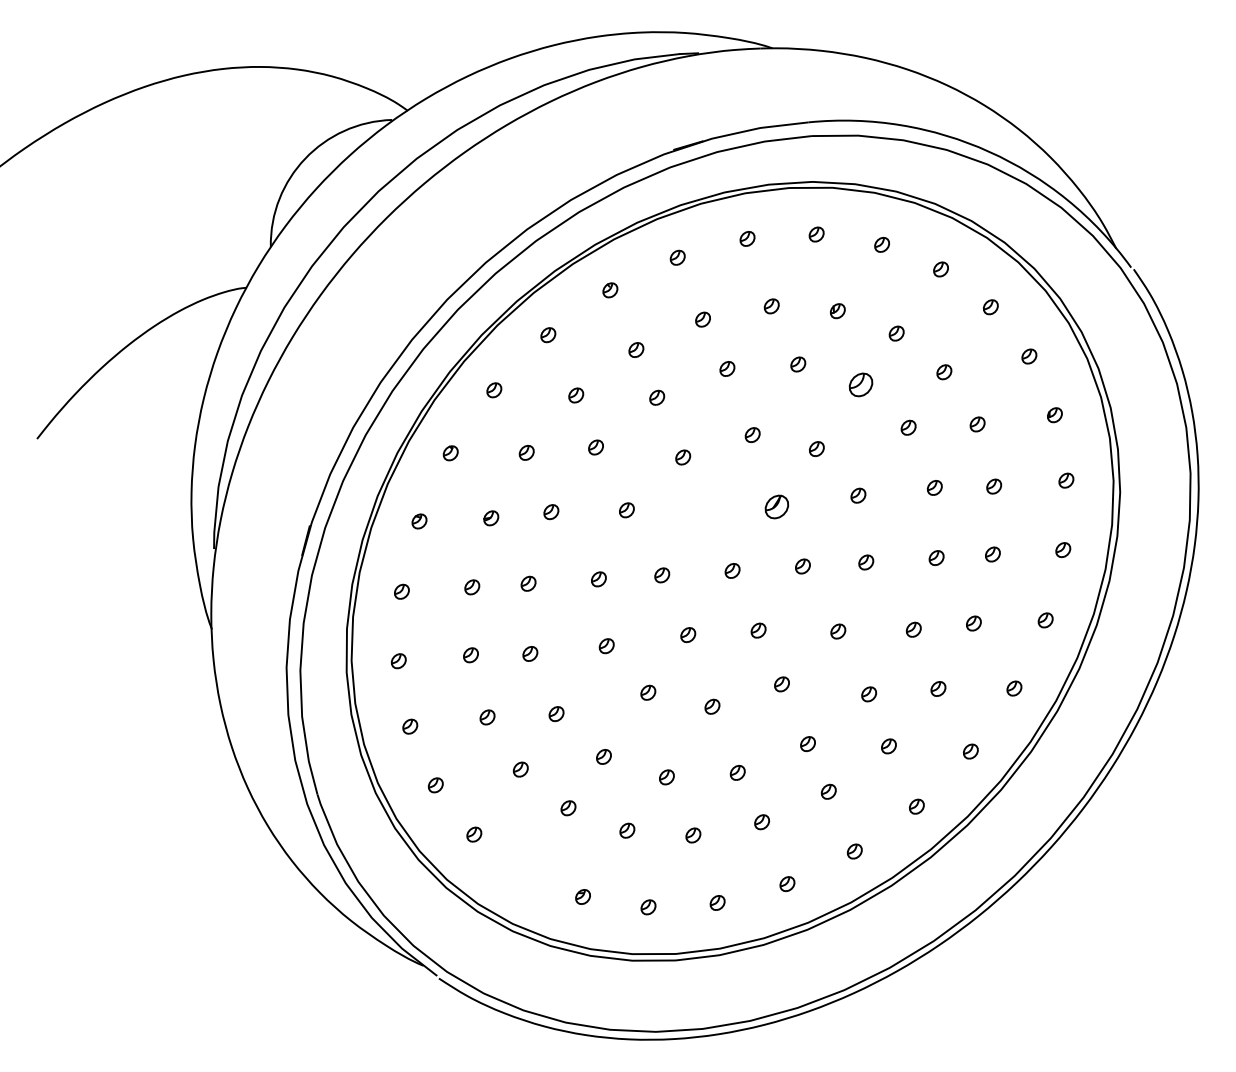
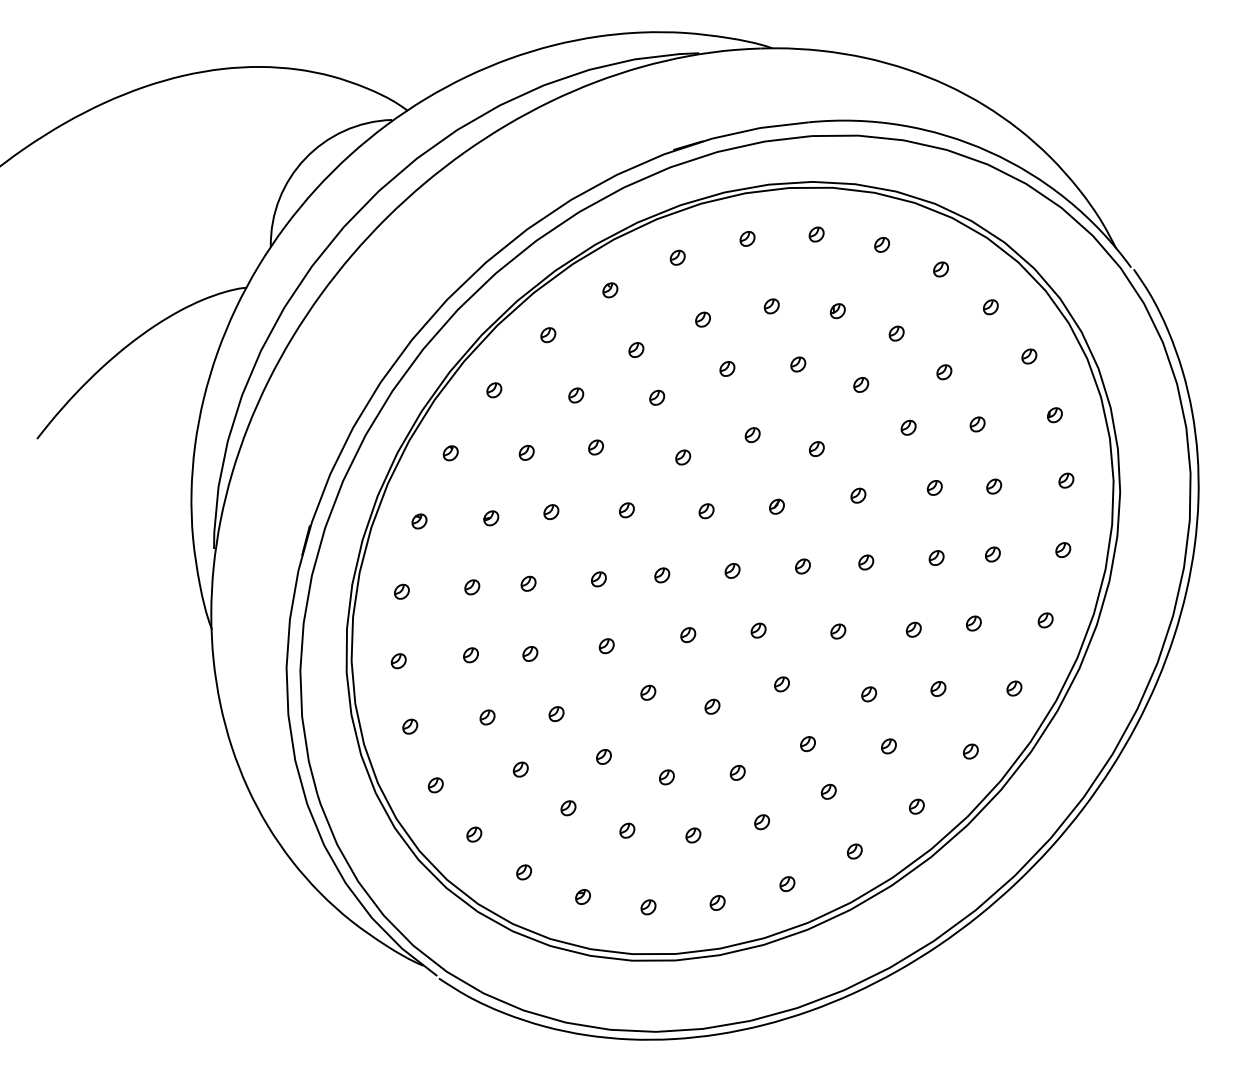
part at (860, 384) size: 26x26 px -> 17x16 px
part at (776, 506) size: 26x26 px -> 16x17 px
part at (706, 511): none -> present
part at (524, 872): none -> present
